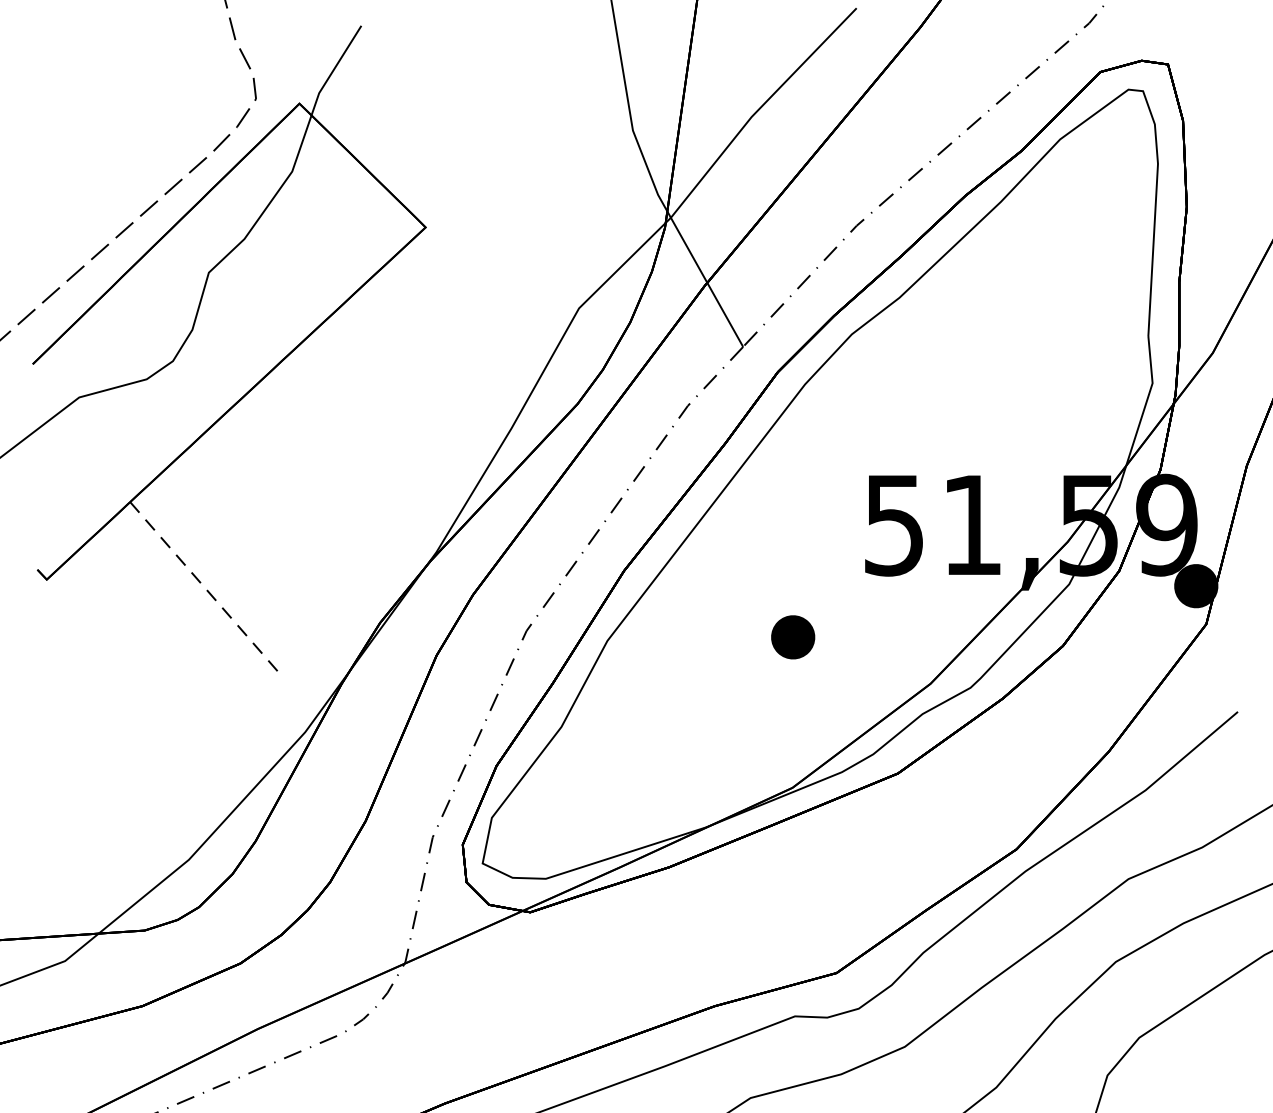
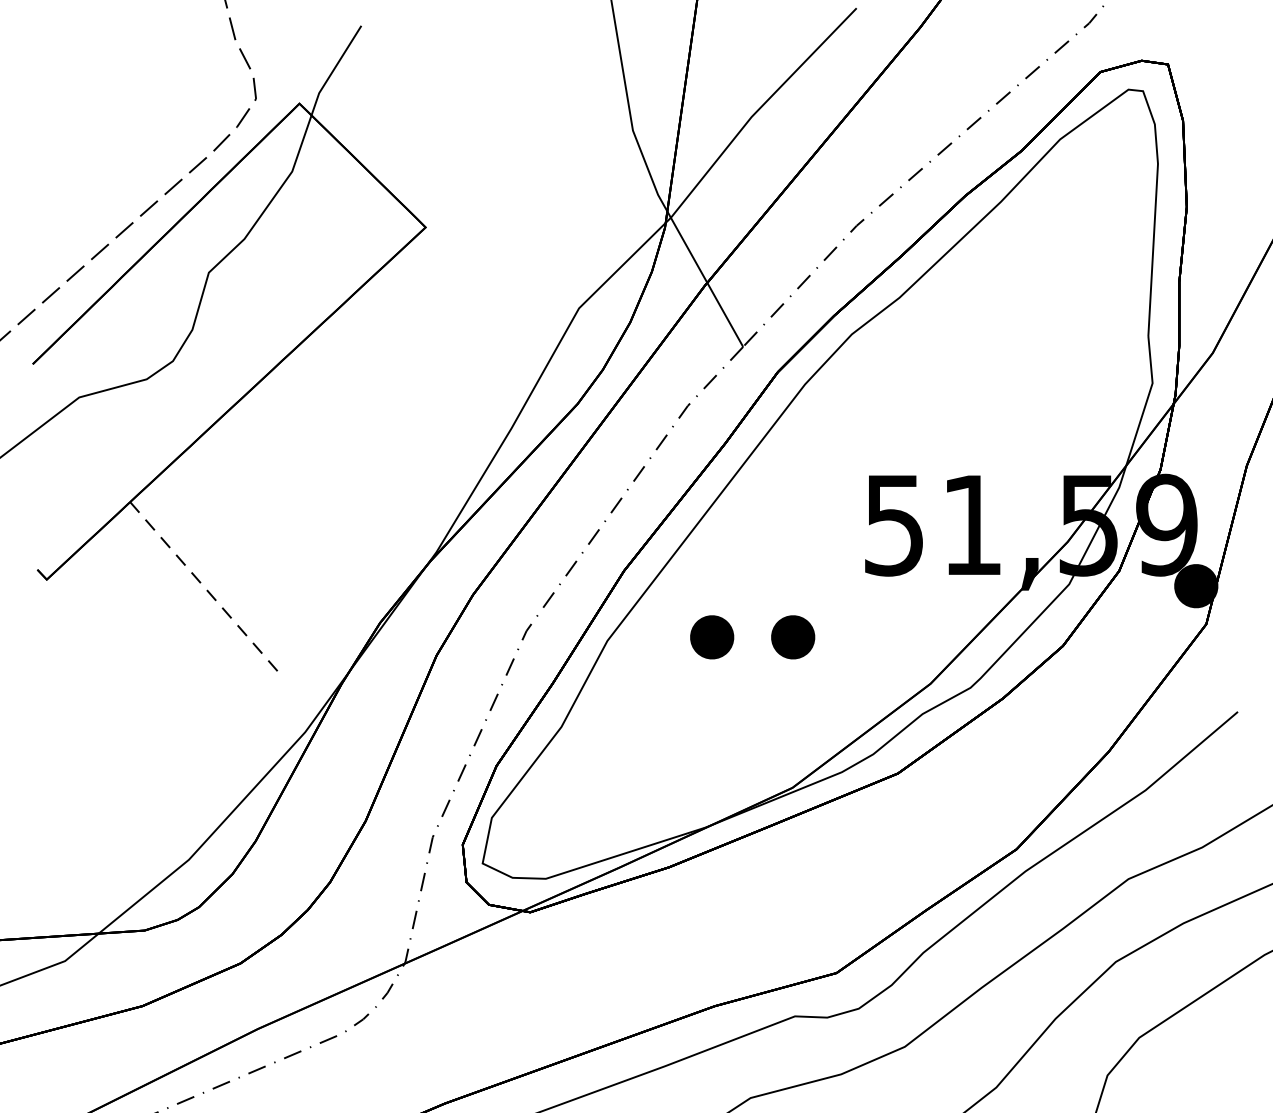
part at (712, 637): none -> present
